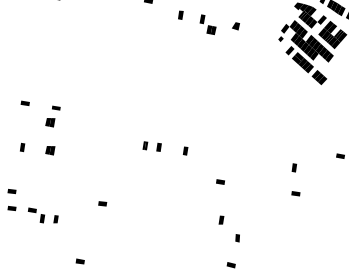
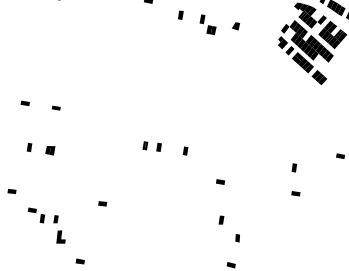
fill at (282, 43): none -> present
part at (50, 122): present -> none
part at (22, 147) position: (22, 147) -> (29, 147)
part at (11, 208): present -> none
fill at (60, 236): none -> present
